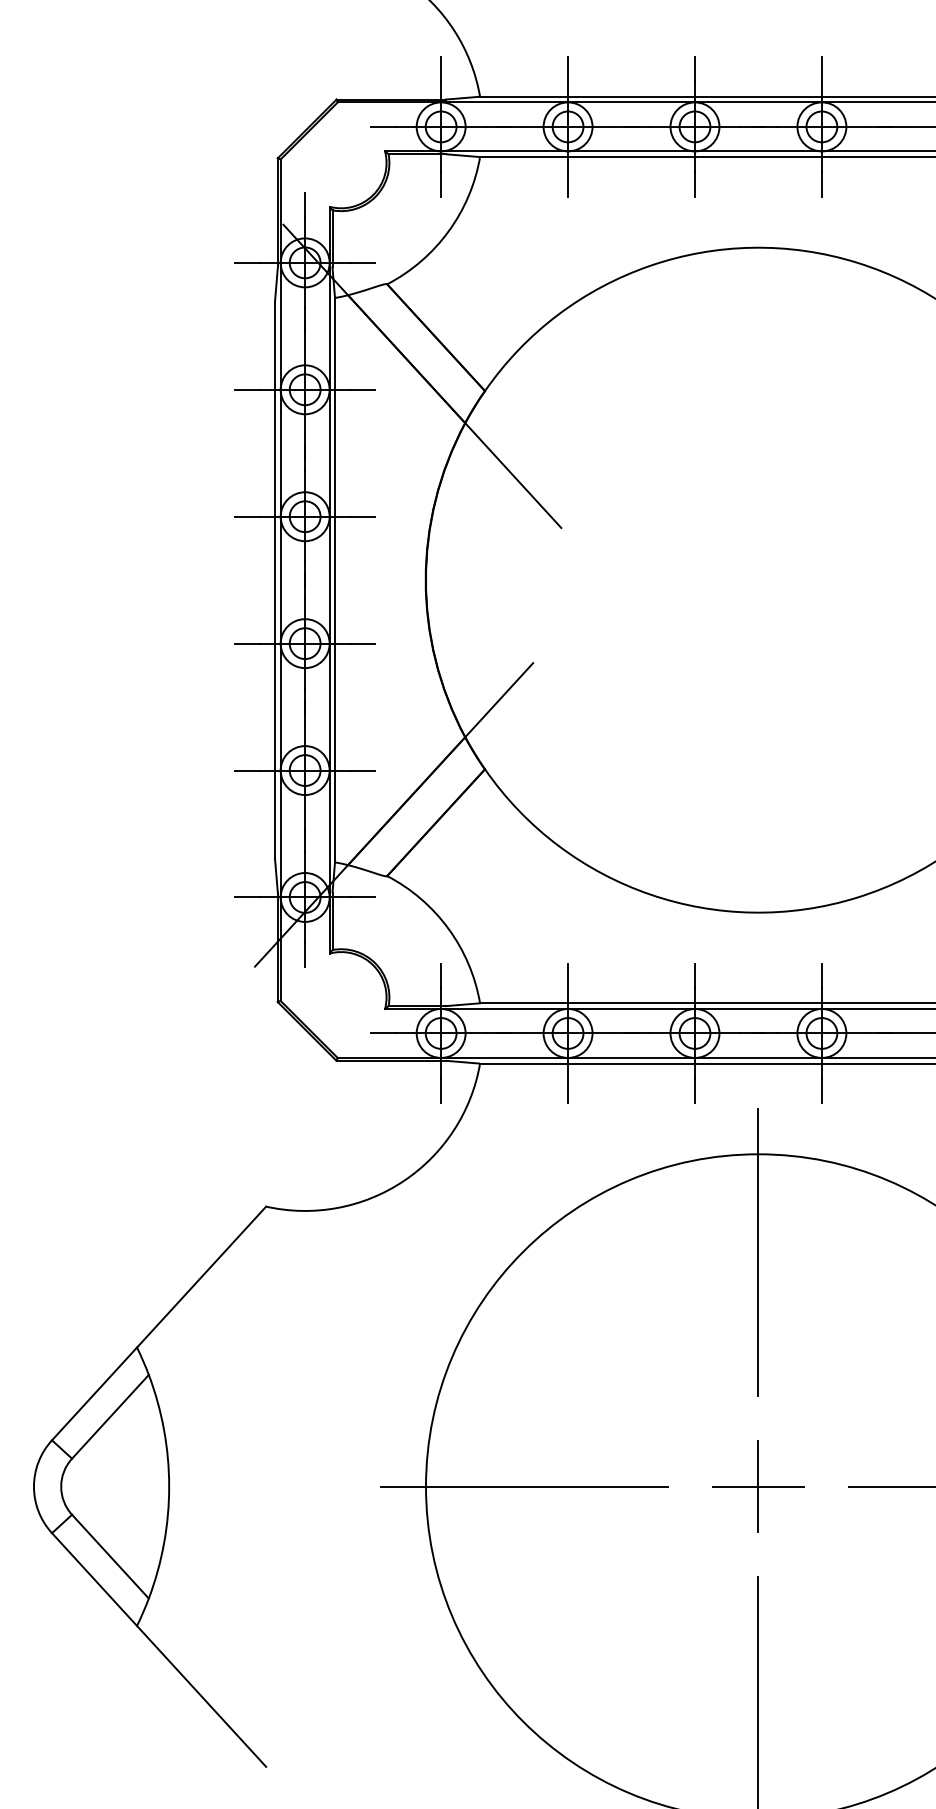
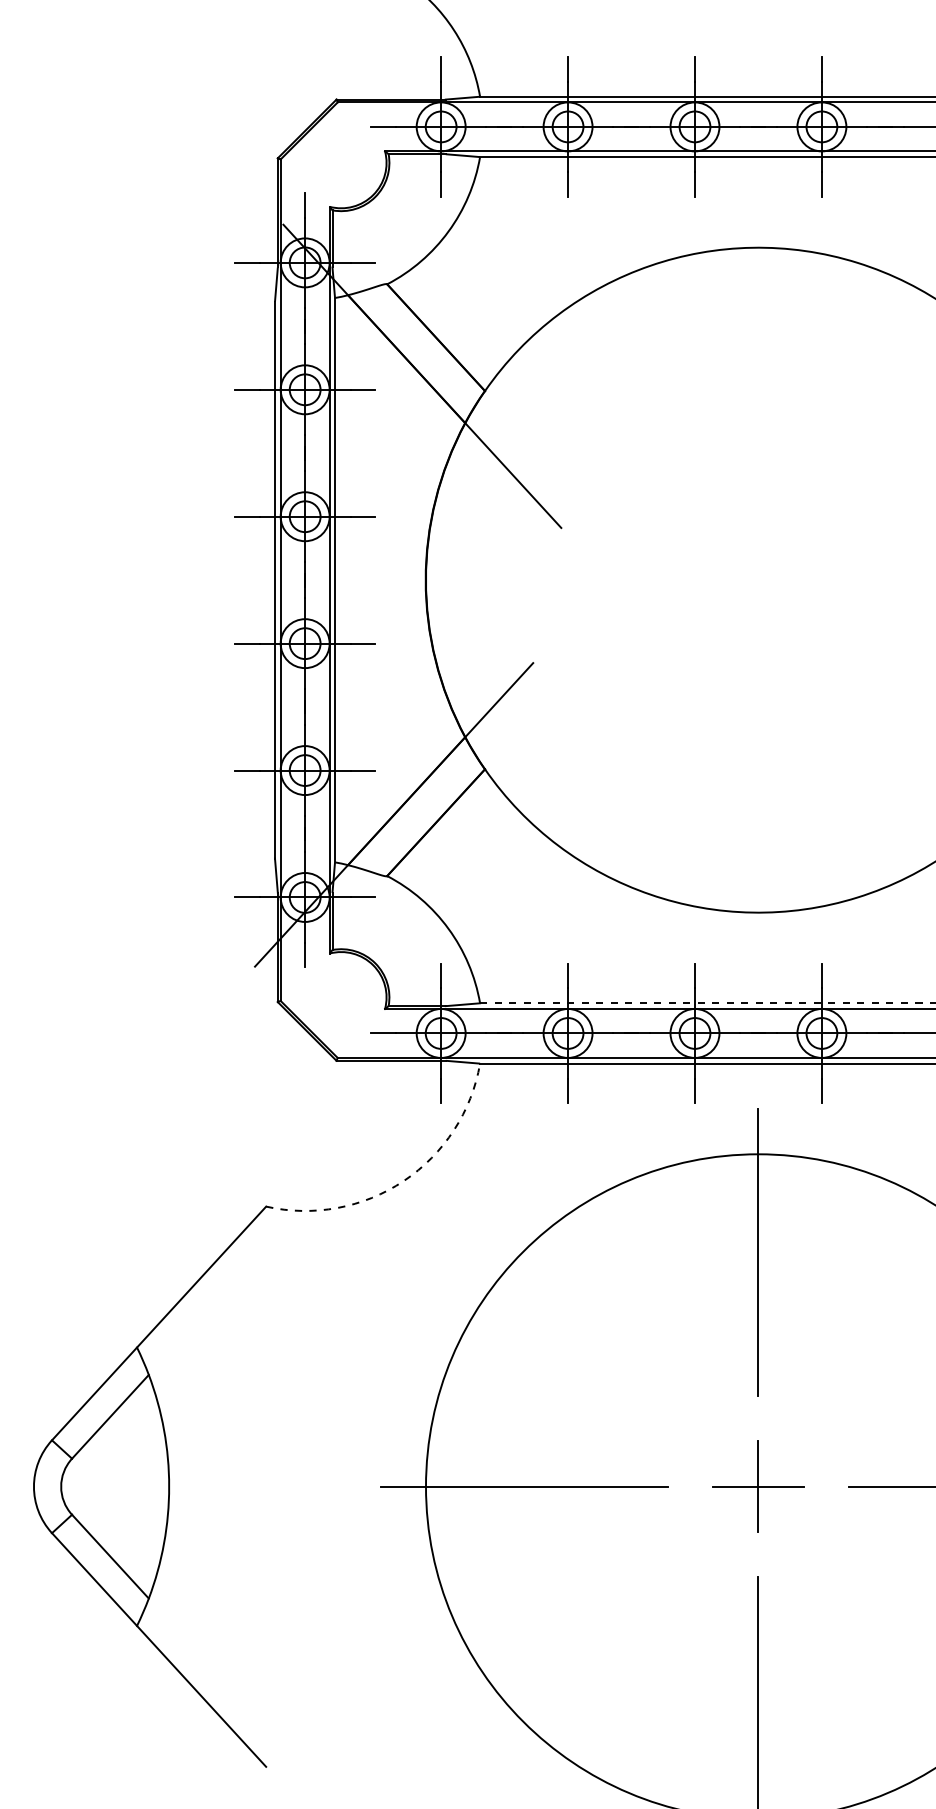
line at (707, 1003): solid -> dashed
arc at (403, 1181): solid -> dashed
